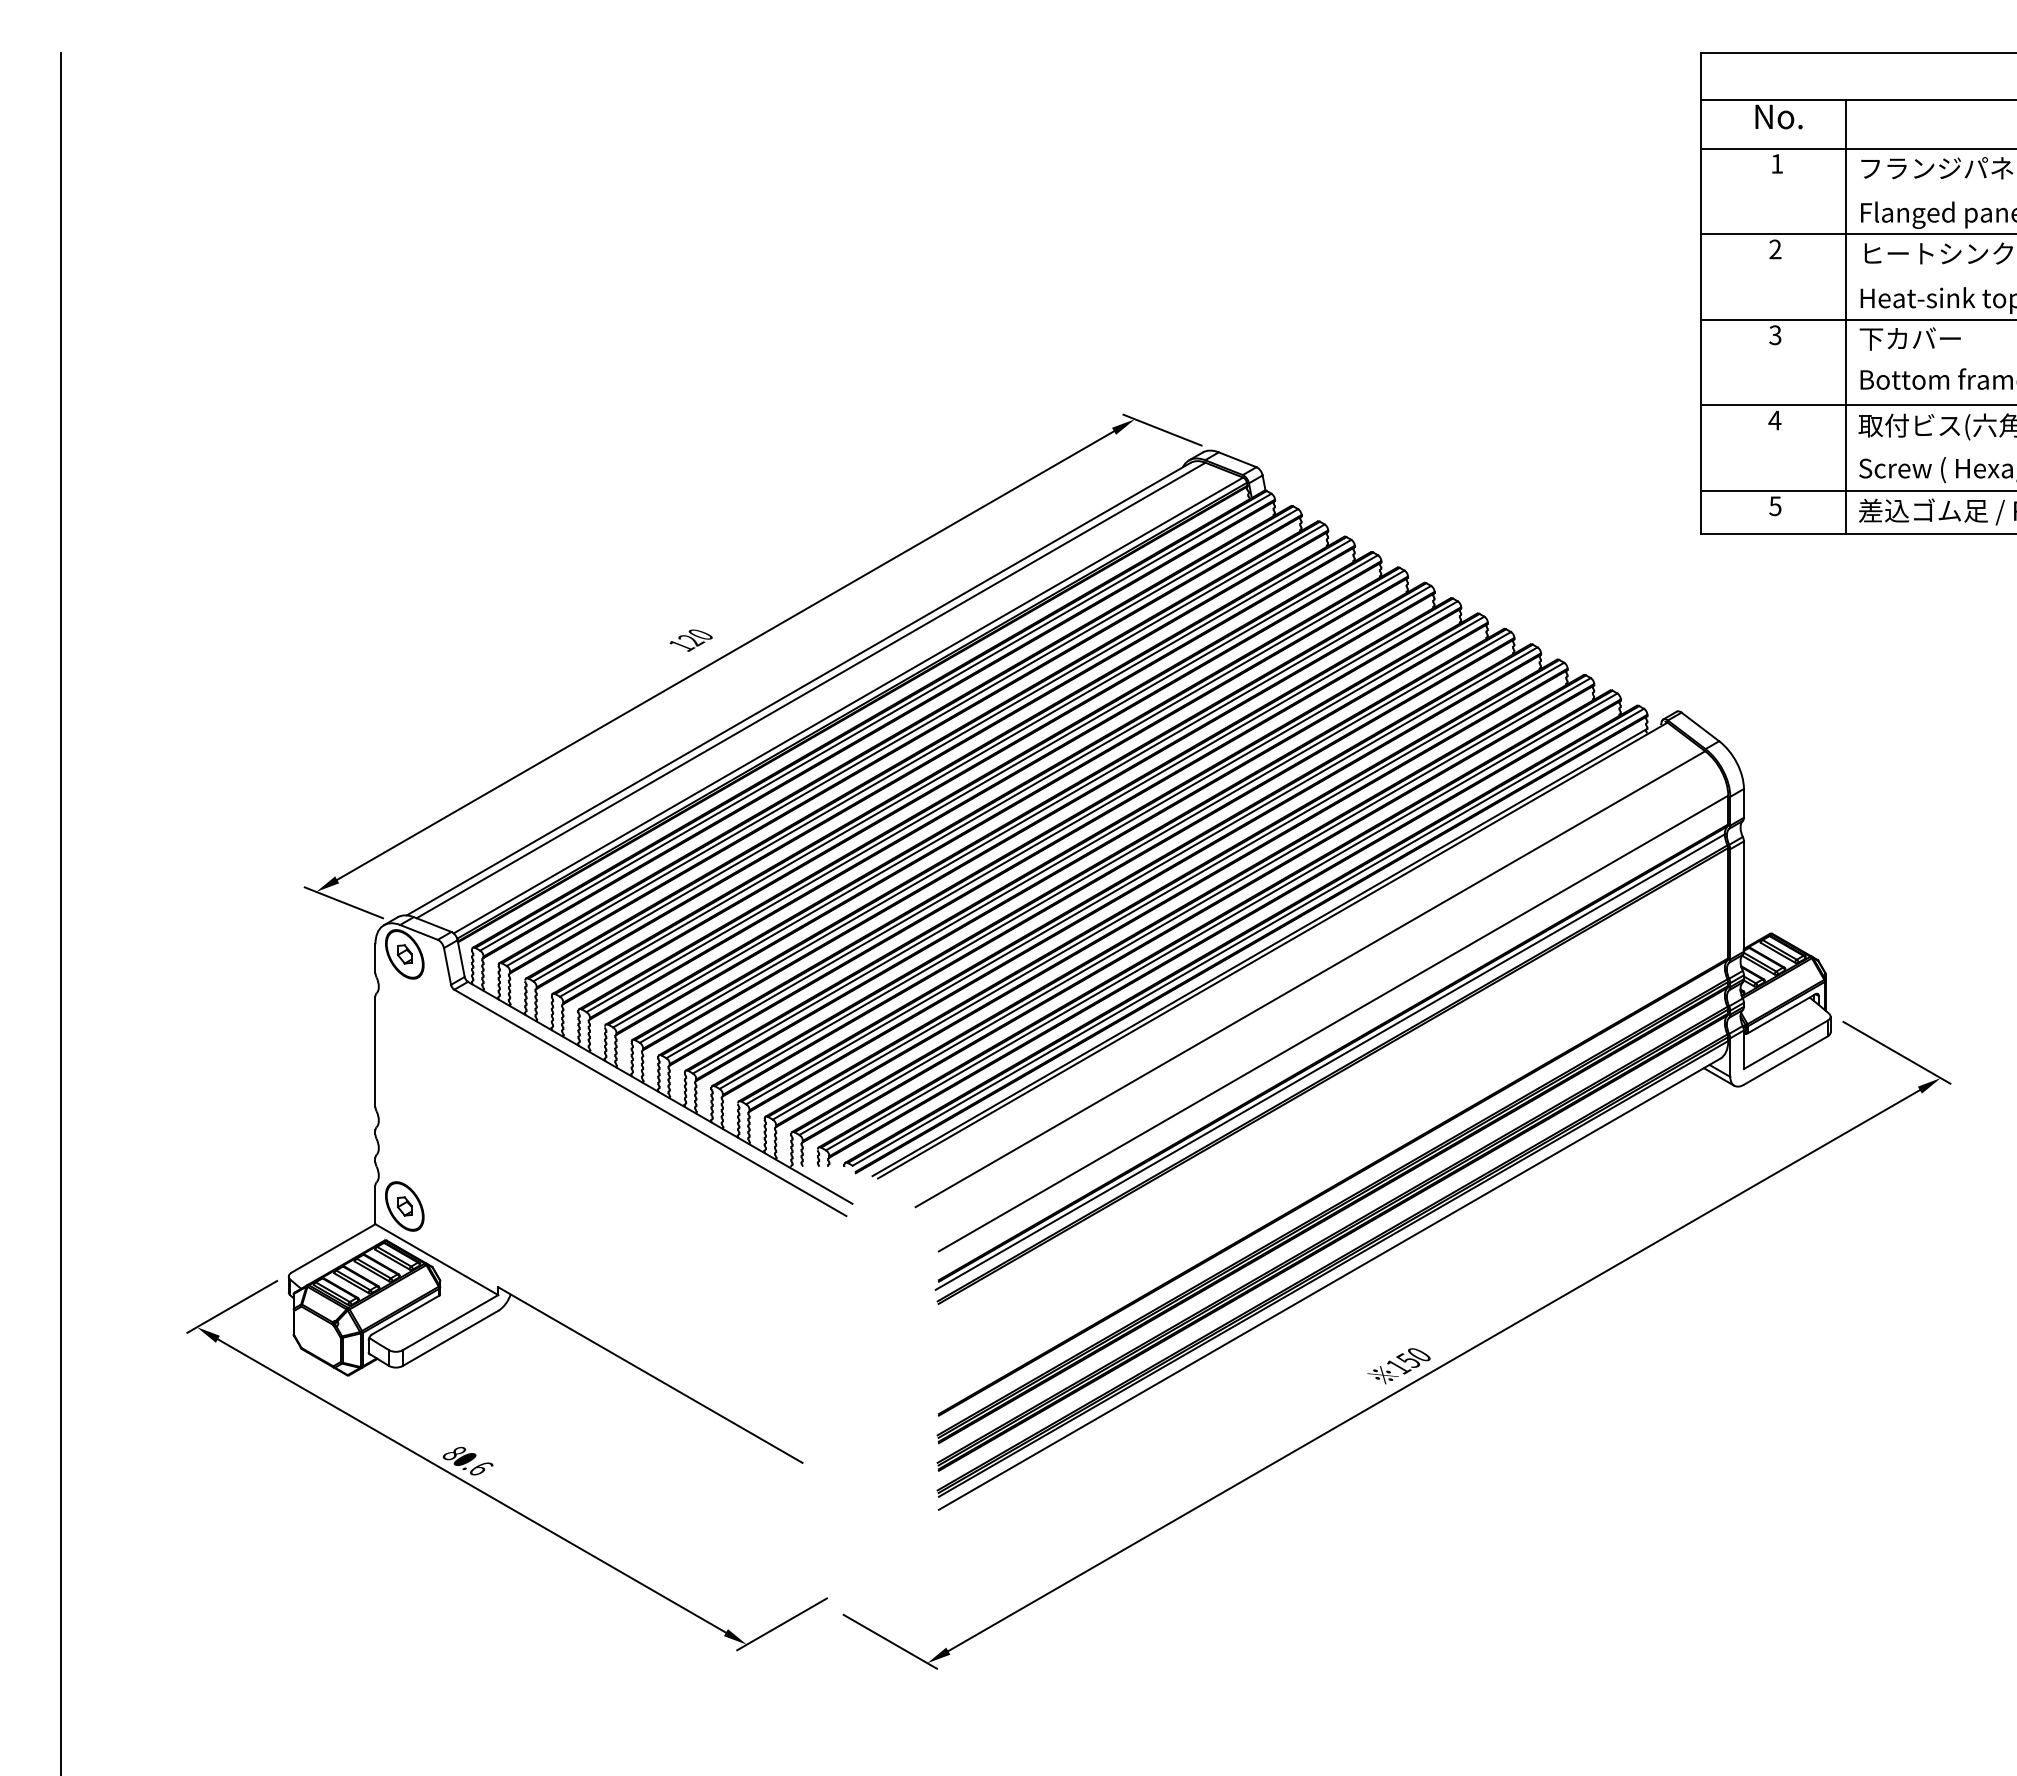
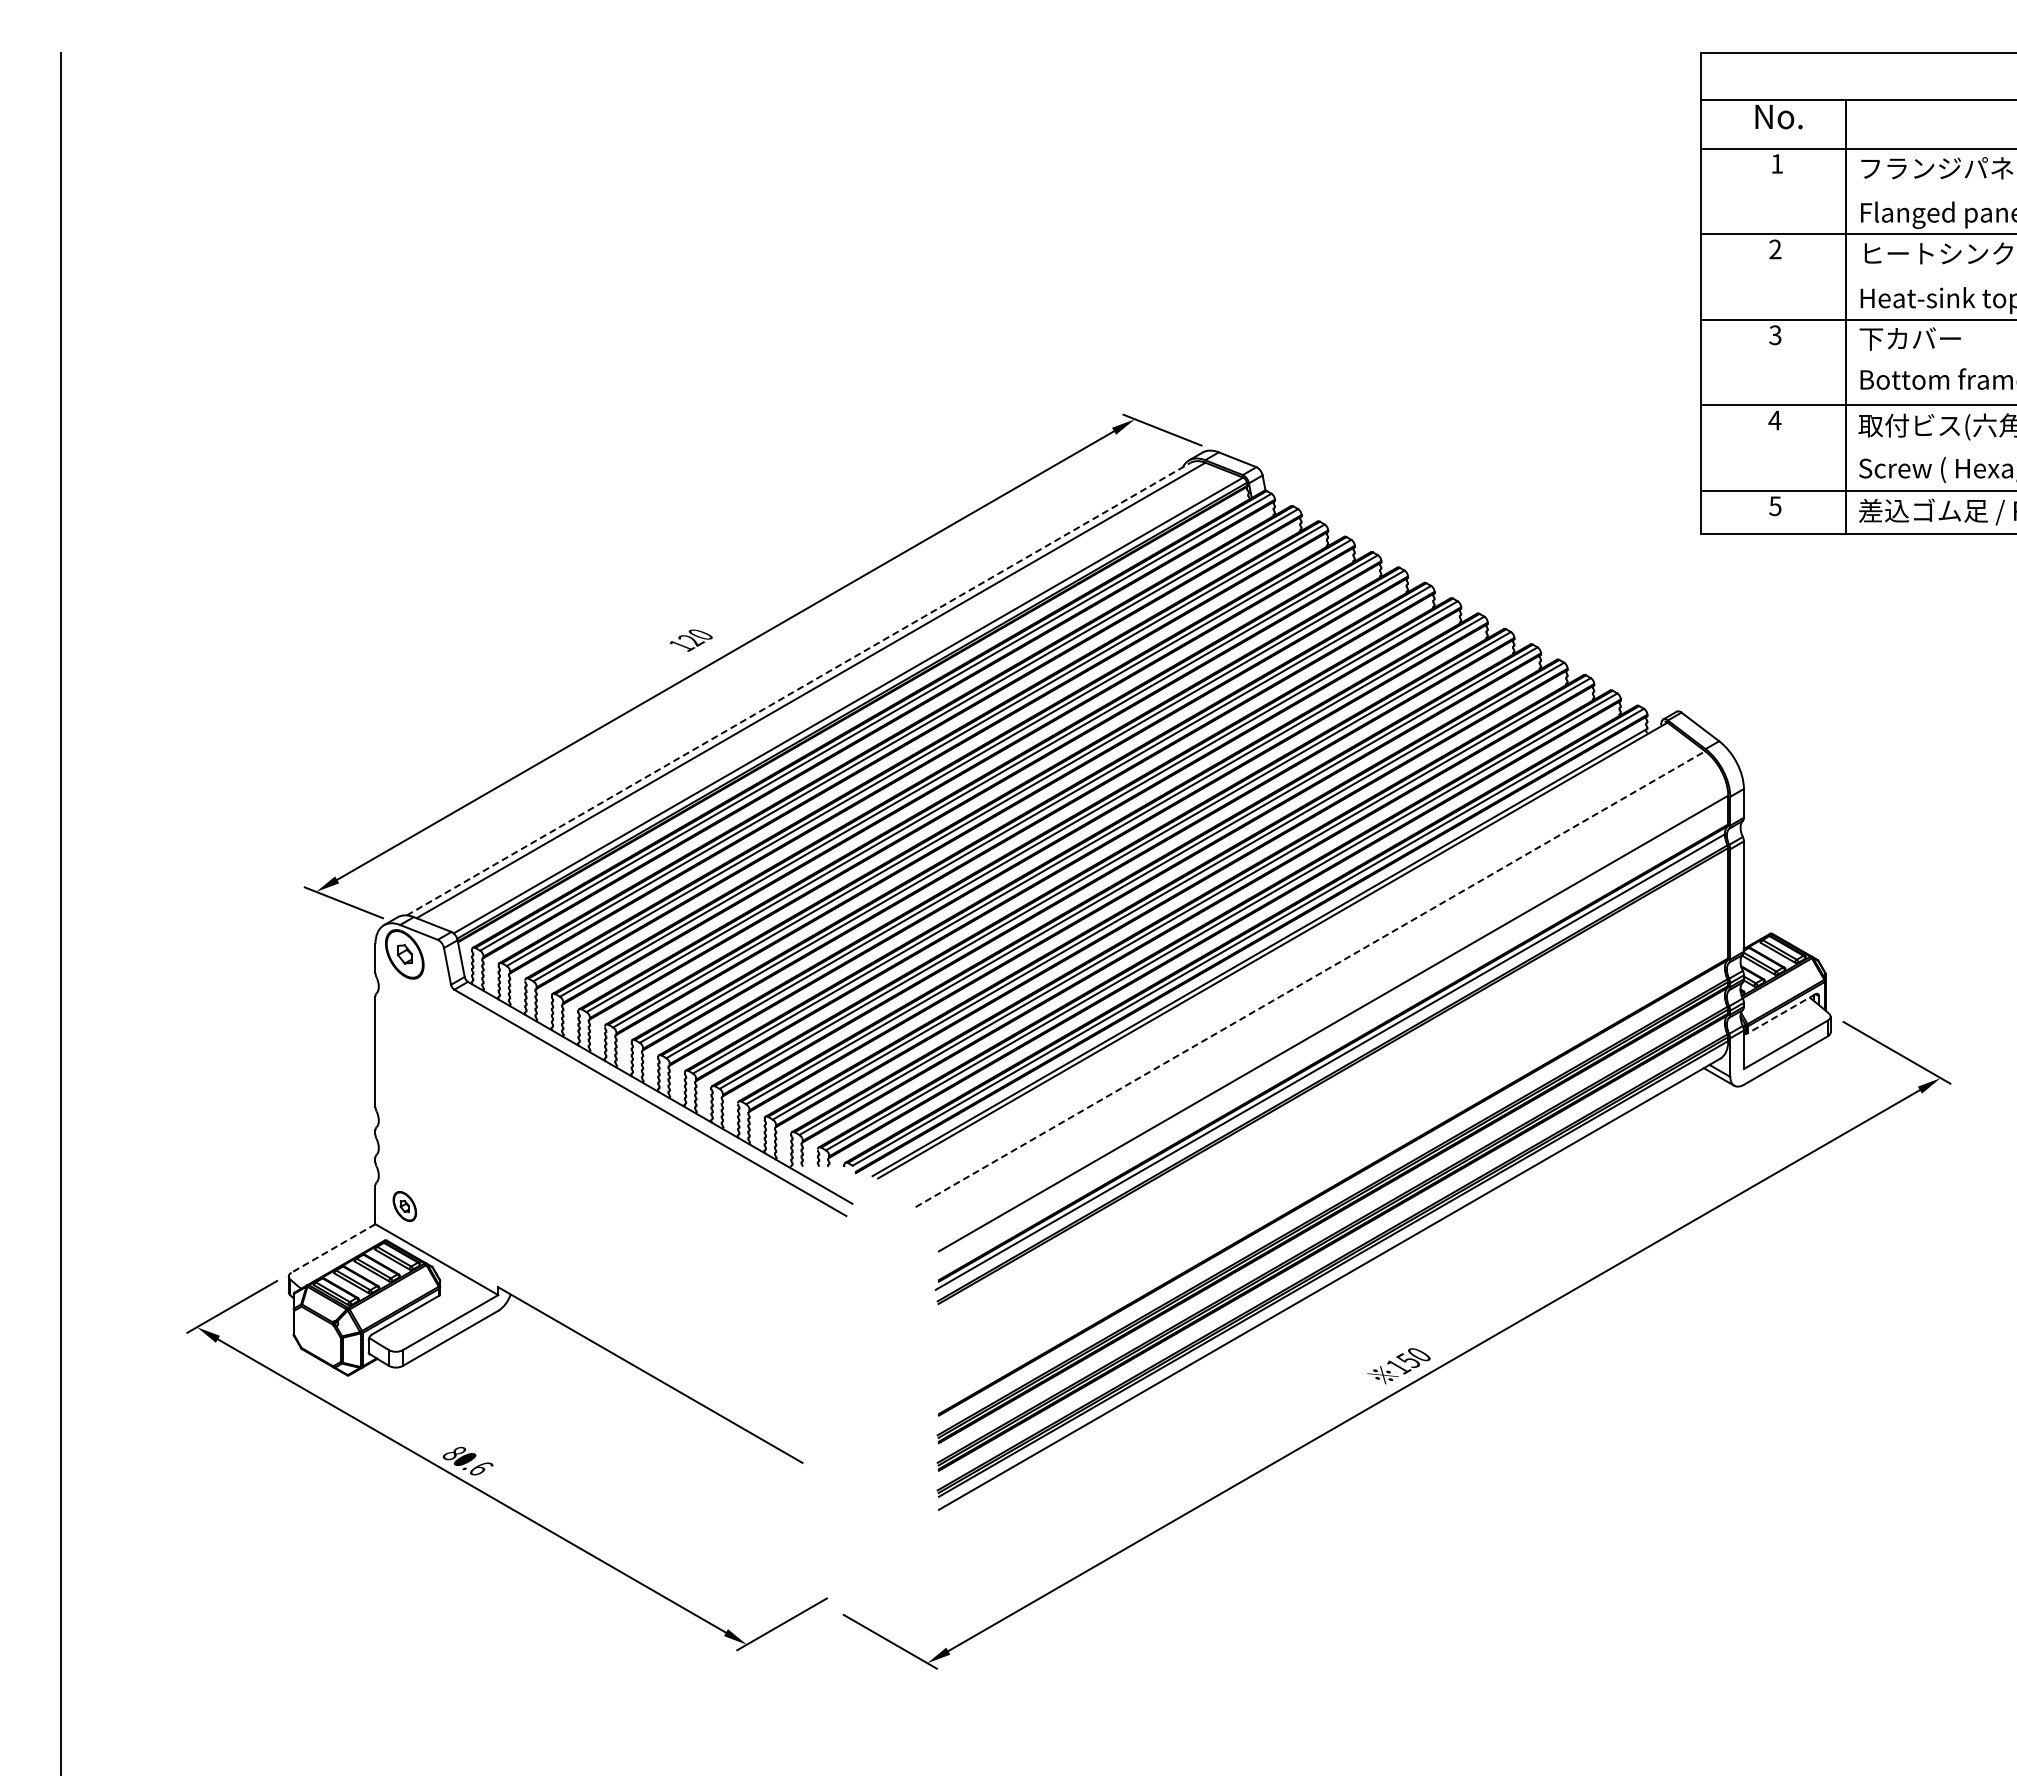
line at (799, 688): solid -> dashed
line at (1310, 979): solid -> dashed
line at (1781, 1013): solid -> dashed
part at (404, 1206) size: 40x51 px -> 26x31 px
line at (333, 1248): solid -> dashed
